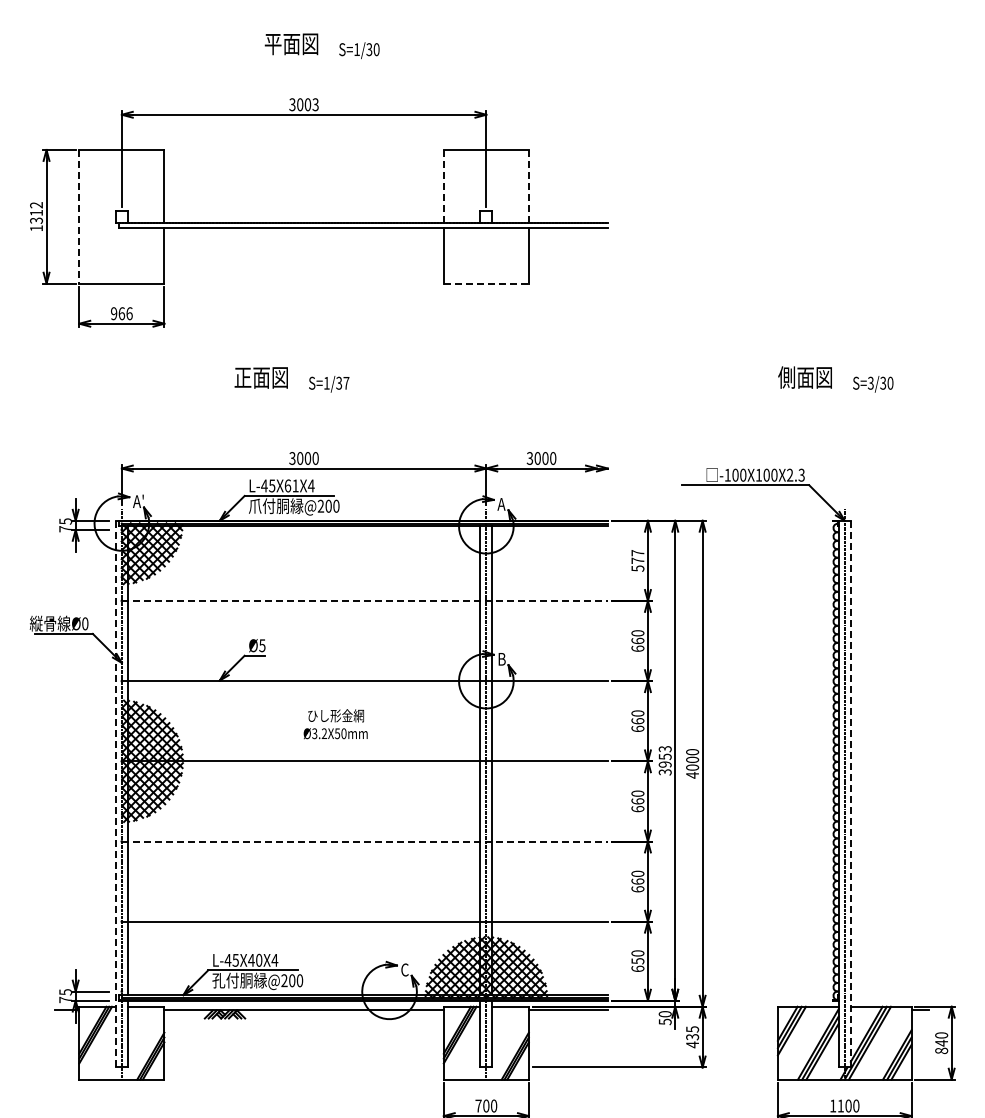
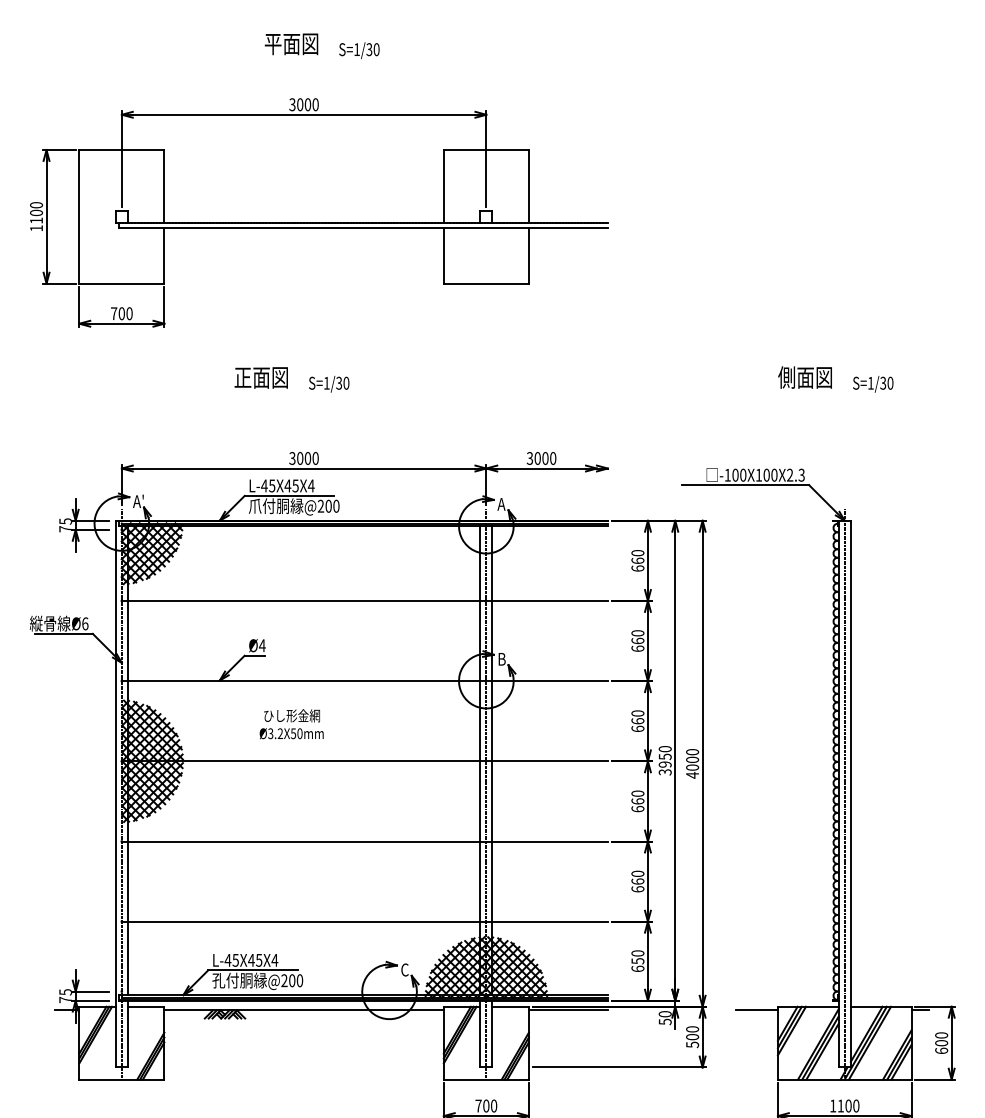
text at (315, 104): 3003 -> 3000
line at (443, 186): dashed -> solid
line at (528, 186): dashed -> solid
text at (36, 212): 1312 -> 1100
line at (79, 216): dashed -> solid
line at (486, 283): dashed -> solid
text at (121, 313): 966 -> 700
text at (346, 382): S=1/37 -> S=1/30
text at (870, 382): S=3/30 -> S=1/30
text at (291, 485): L-45X61X4 -> L-45X45X4
text at (637, 560): 577 -> 660
line at (364, 600): dashed -> solid
text at (85, 623): Ø0 -> Ø6
text at (262, 645): Ø5 -> Ø4
text at (335, 724) position: (335, 724) -> (291, 724)
text at (664, 749): 3953 -> 3950
line at (115, 794): dashed -> solid
line at (850, 794): dashed -> solid
line at (364, 841): dashed -> solid
text at (259, 959): L-45X40X4 -> L-45X45X4
line at (756, 1010): none -> present
text at (692, 1037): 435 -> 500
text at (941, 1046): 840 -> 600
